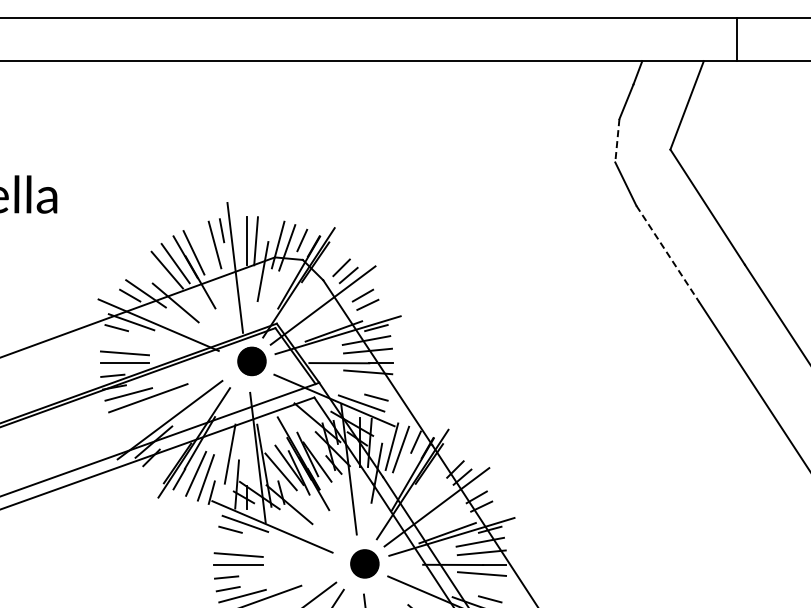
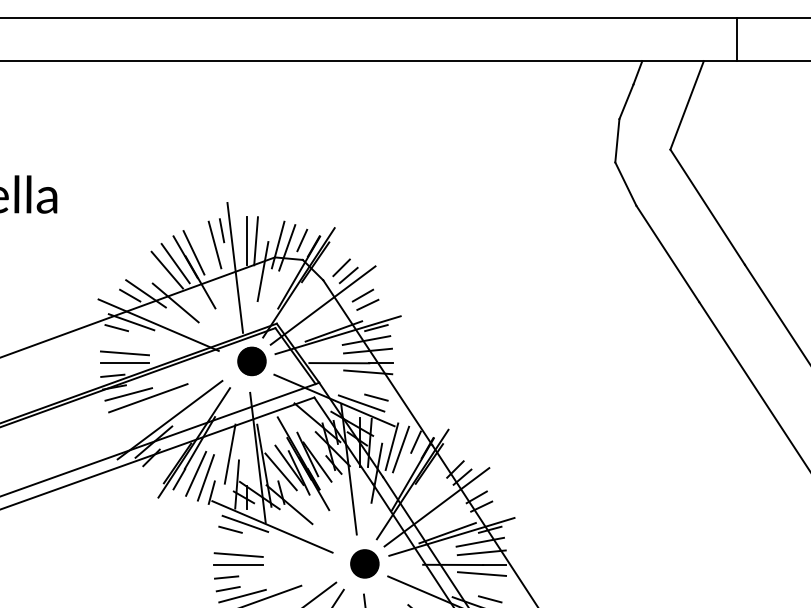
line at (617, 140): dashed -> solid
line at (668, 254): dashed -> solid
